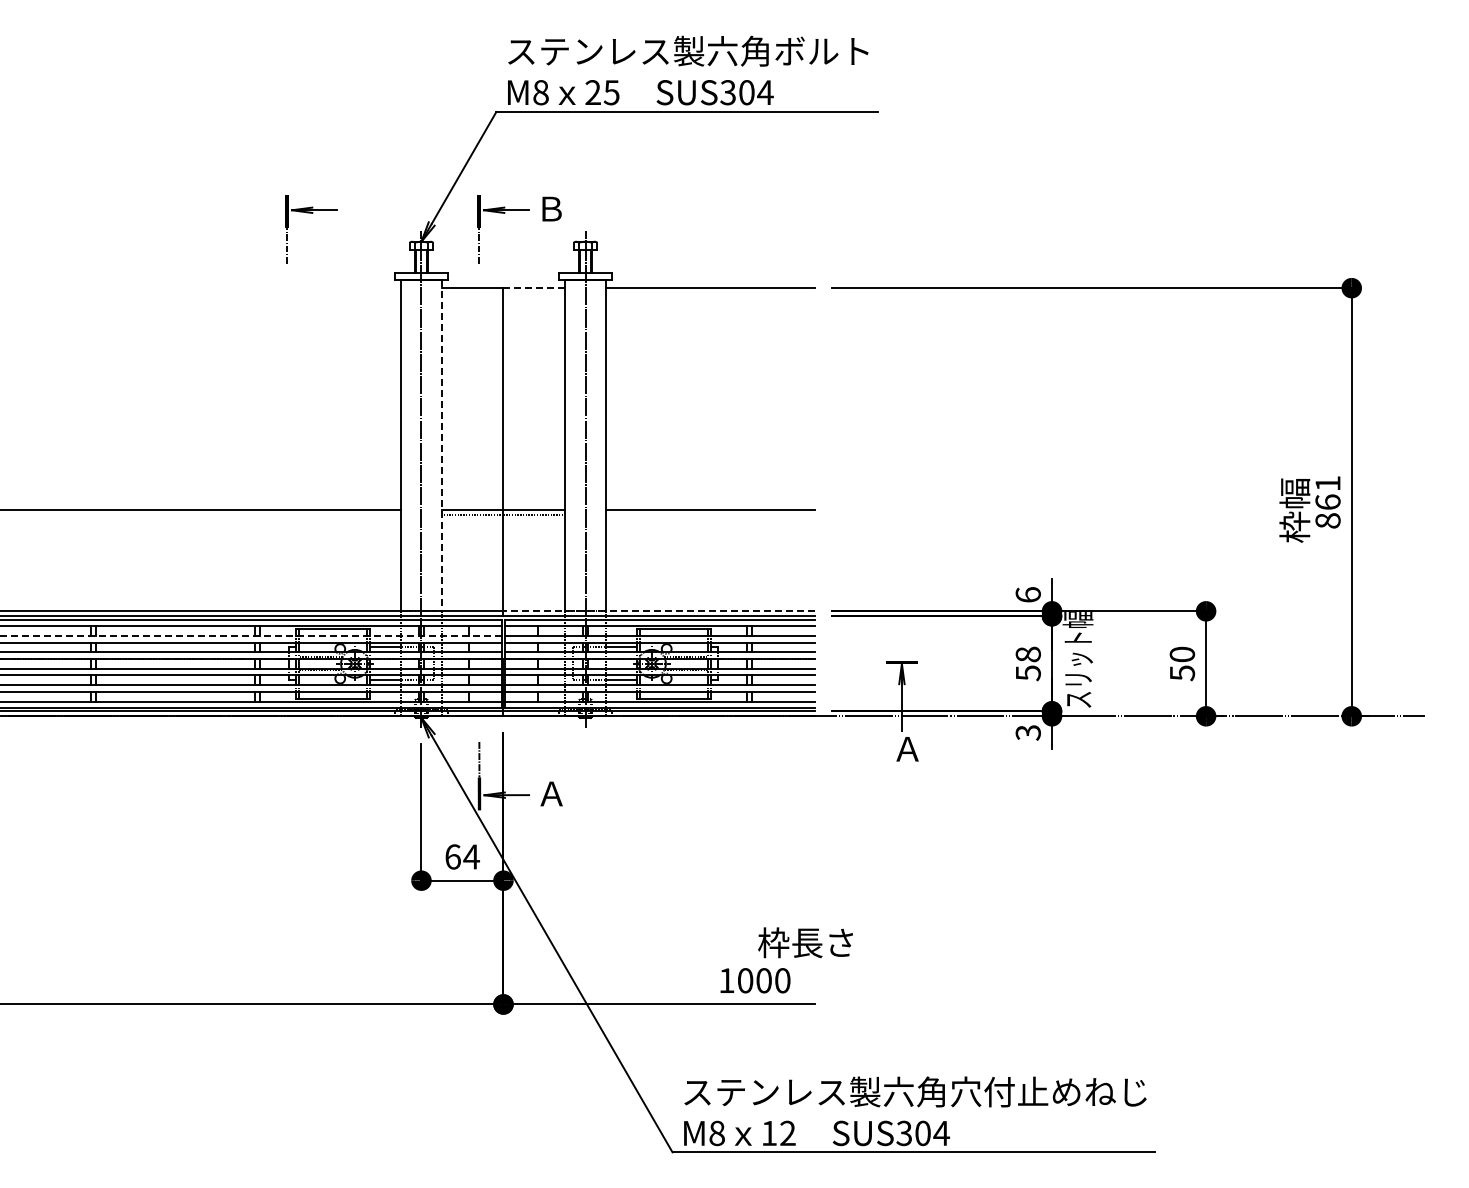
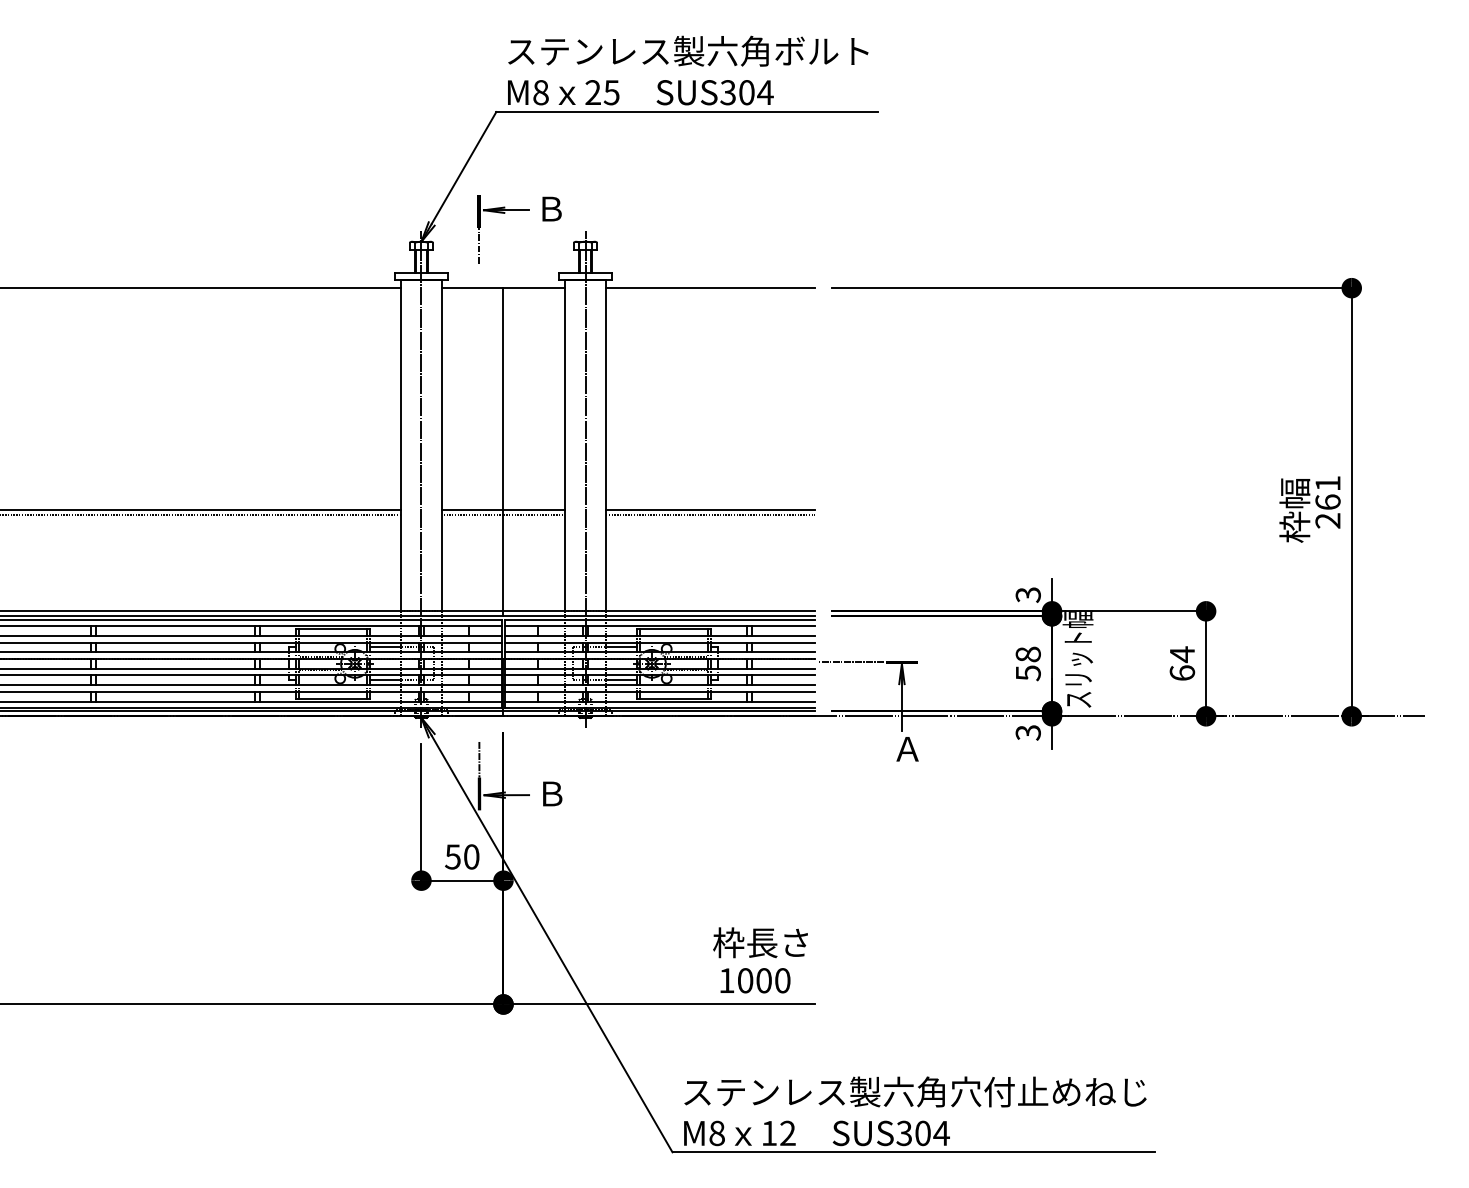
part at (311, 213): present -> none
line at (201, 288): none -> present
line at (534, 288): dashed -> solid
line at (441, 445): dashed -> solid
line at (201, 514): none -> present
line at (710, 514): none -> present
text at (1327, 520): 861 -> 261
text at (1027, 594): 6 -> 3
line at (659, 611): dashed -> solid
line at (250, 635): dashed -> solid
line at (851, 662): none -> present
text at (1182, 663): 50 -> 64
text at (551, 793): Ａ -> Ｂ
text at (462, 856): 64 -> 50
text at (805, 942) position: (805, 942) -> (760, 942)
